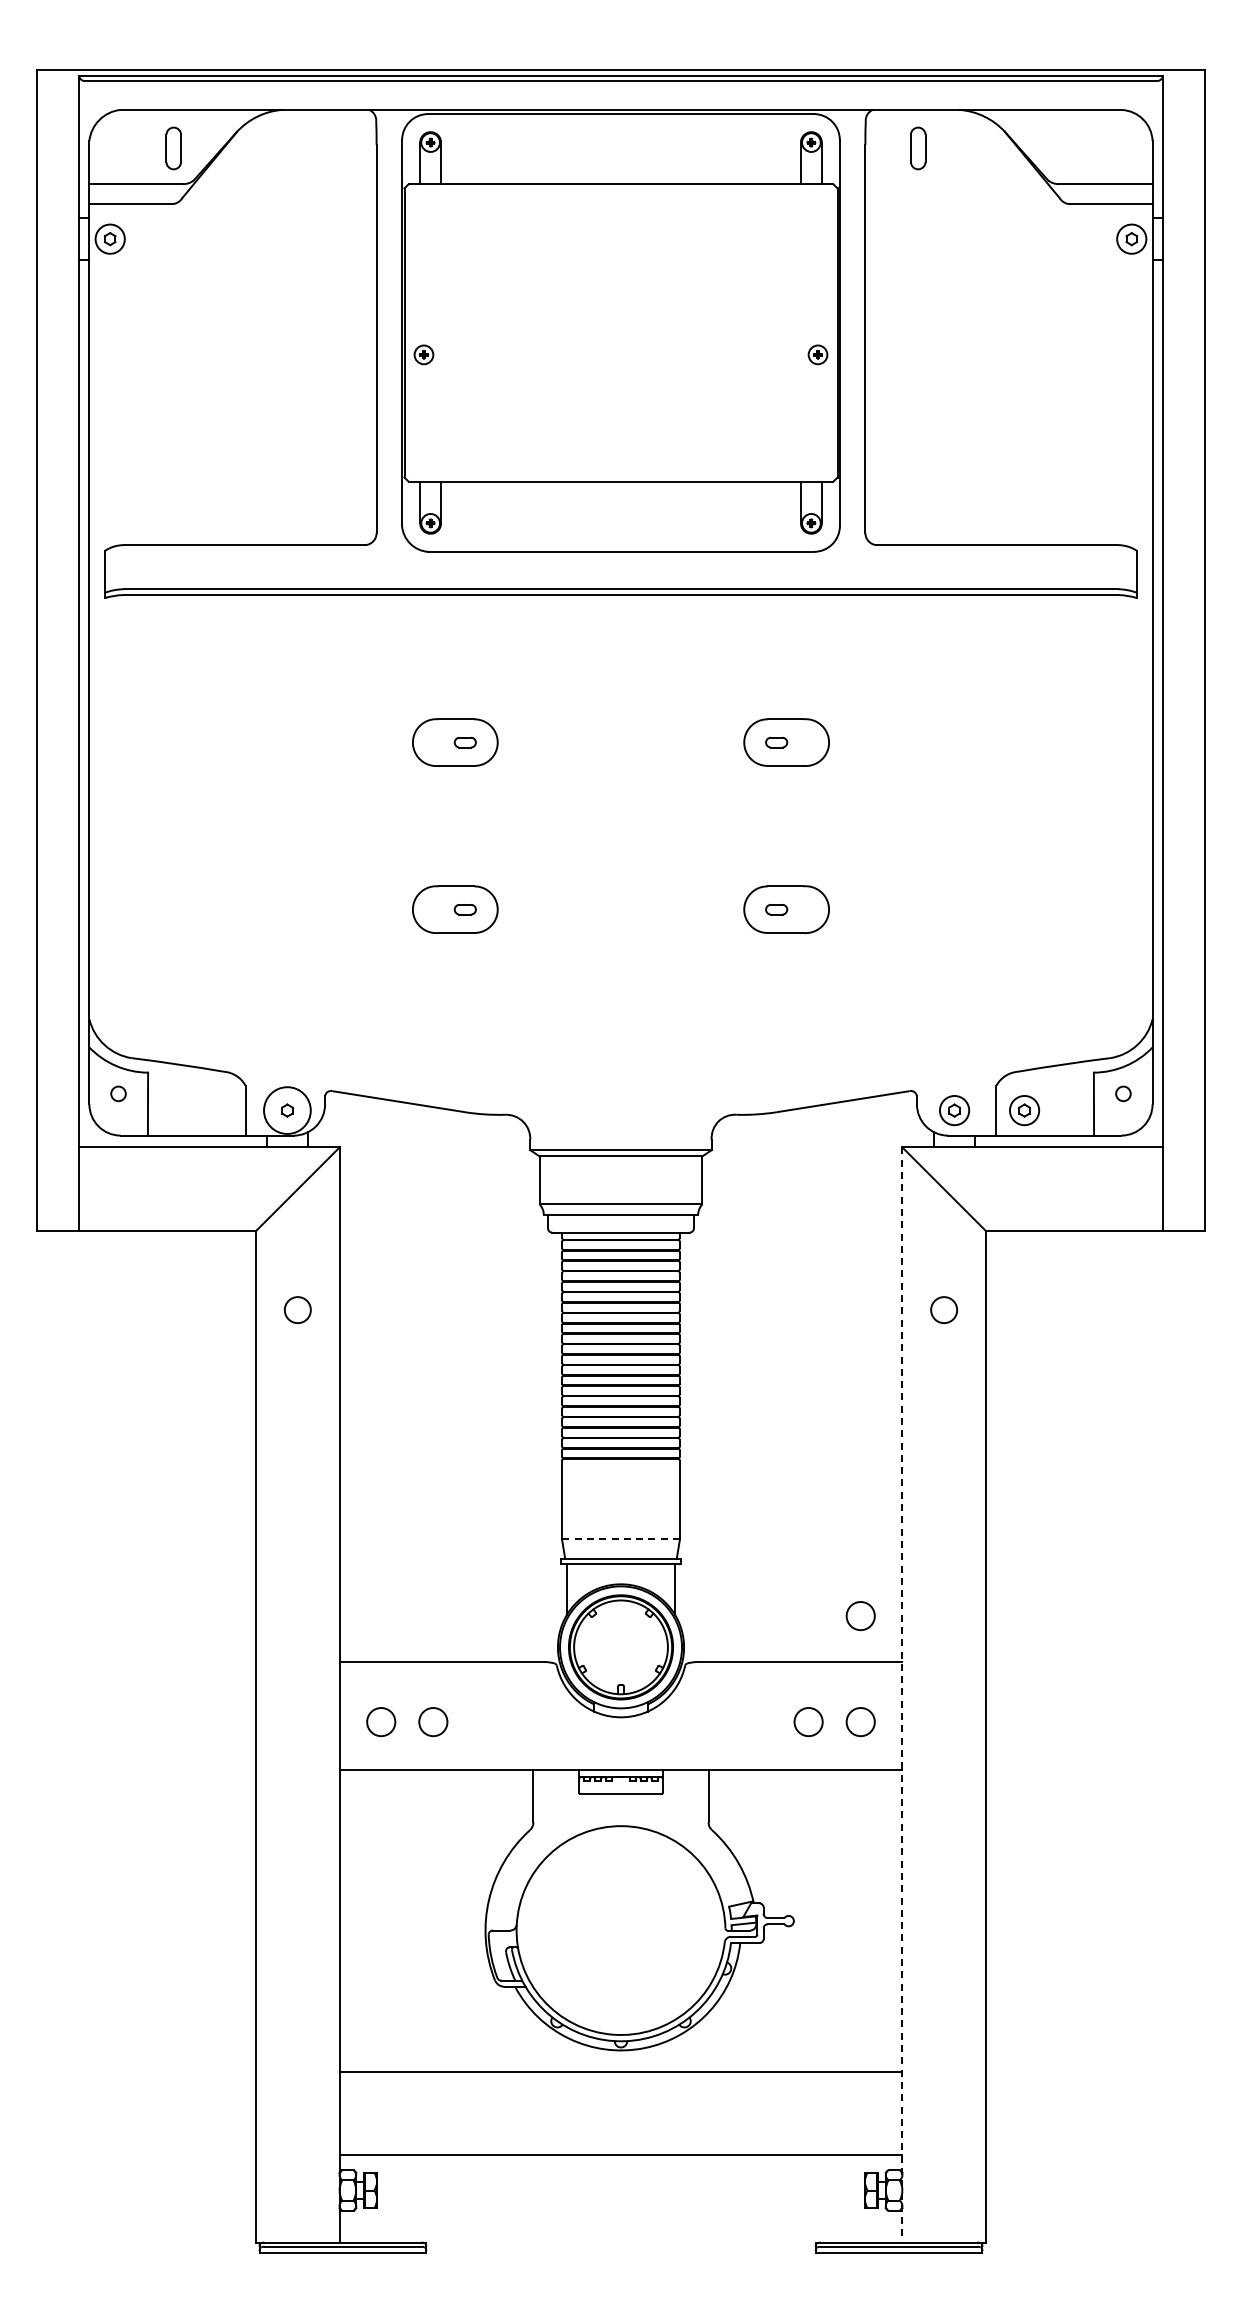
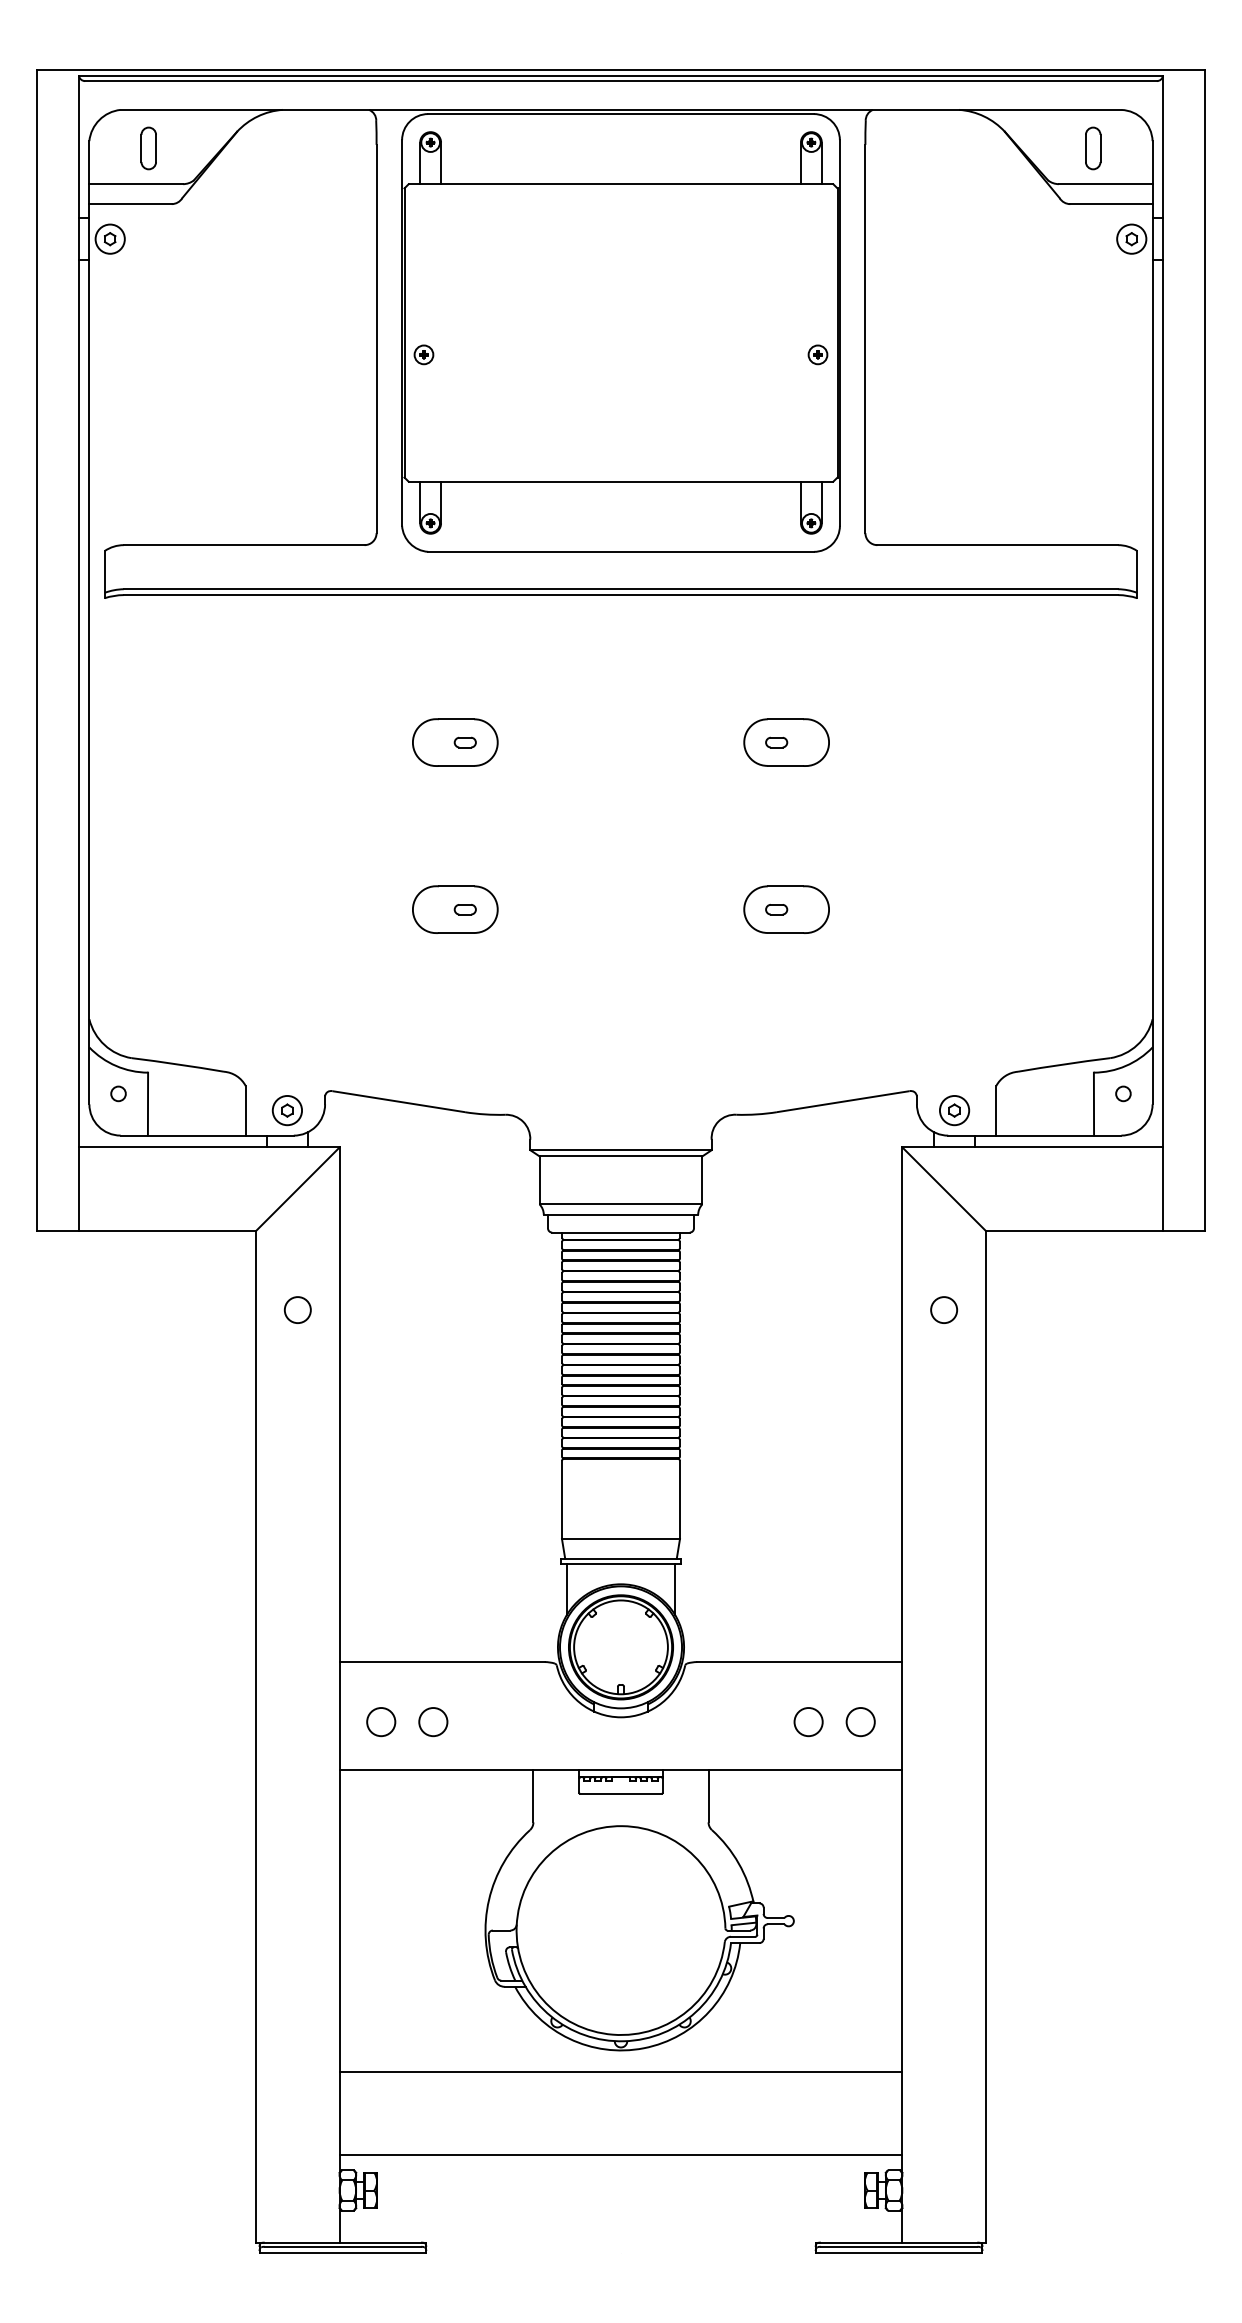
part at (173, 148) position: (173, 148) -> (148, 148)
part at (918, 148) position: (918, 148) -> (1093, 148)
circle at (287, 1110) diameter: 47 px -> 29 px
part at (1024, 1110): present -> none
line at (620, 1538): dashed -> solid
circle at (860, 1616): present -> none
line at (902, 1695): dashed -> solid
